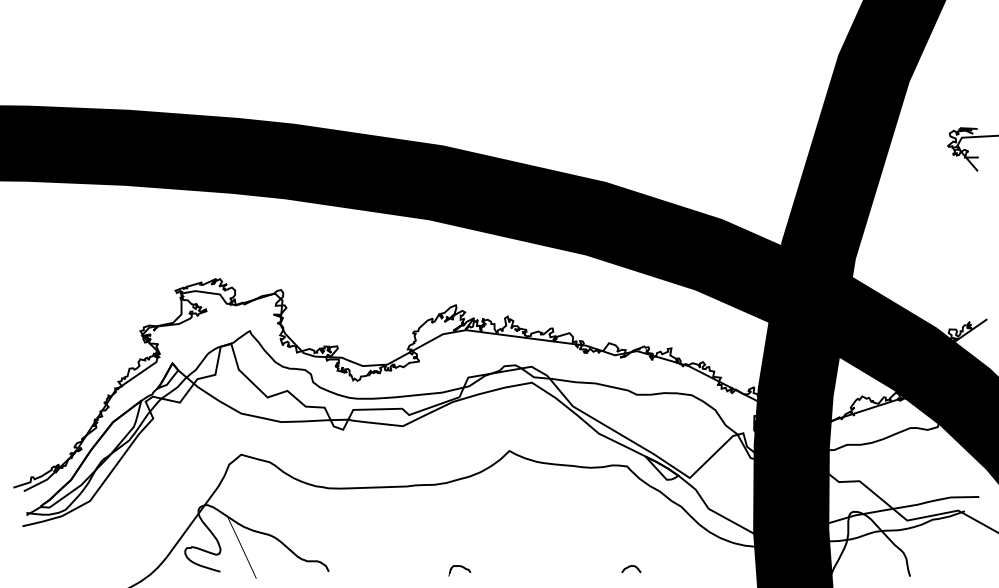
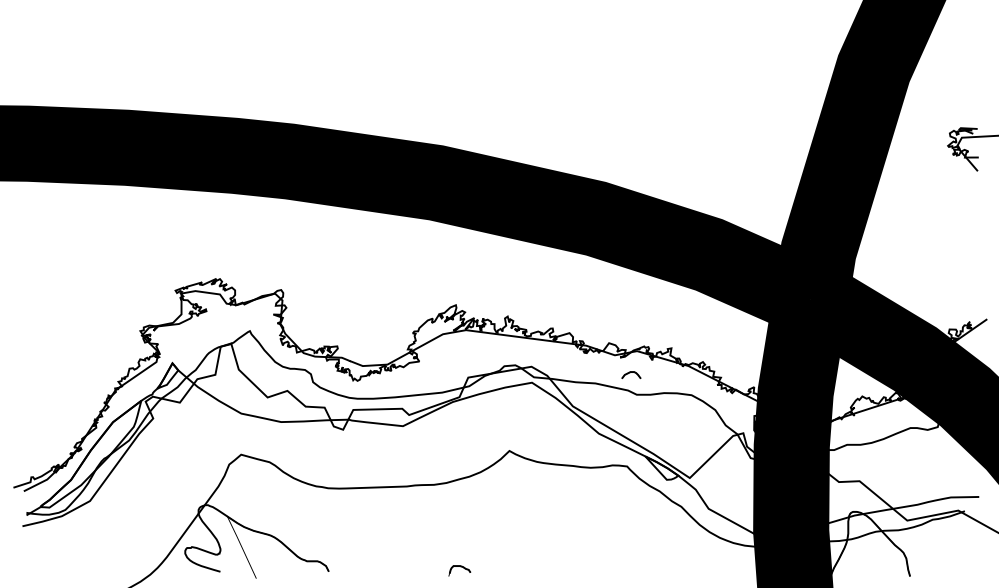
part at (631, 568) position: (631, 568) -> (631, 374)
